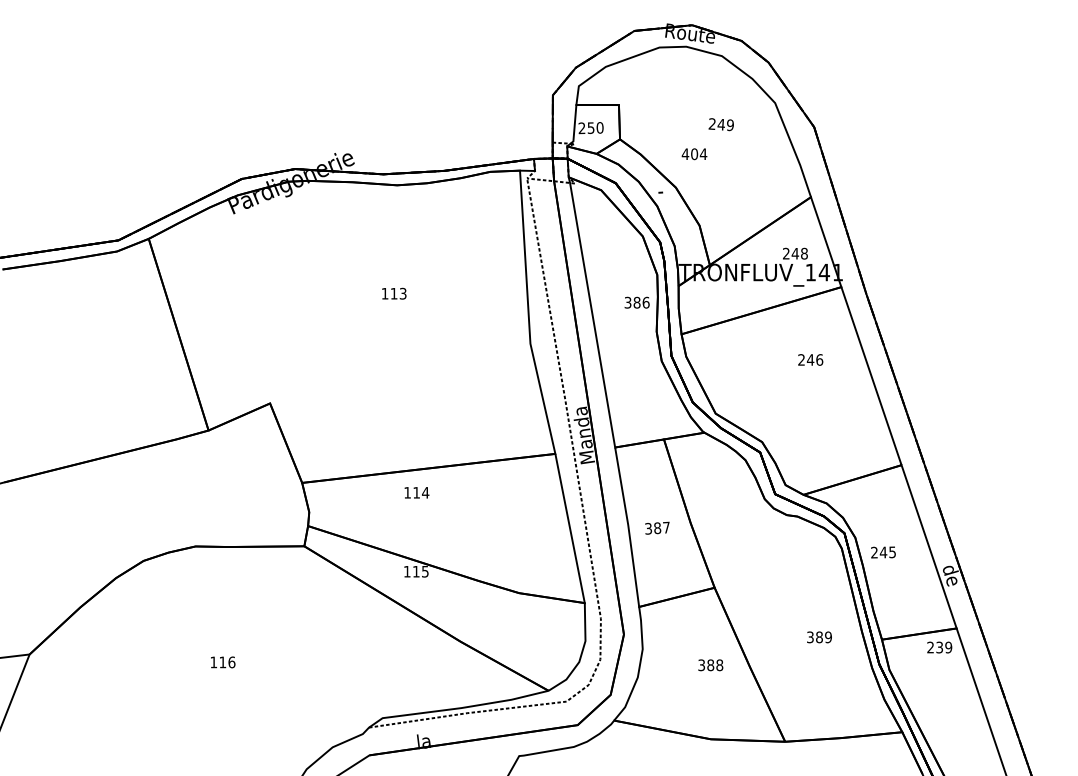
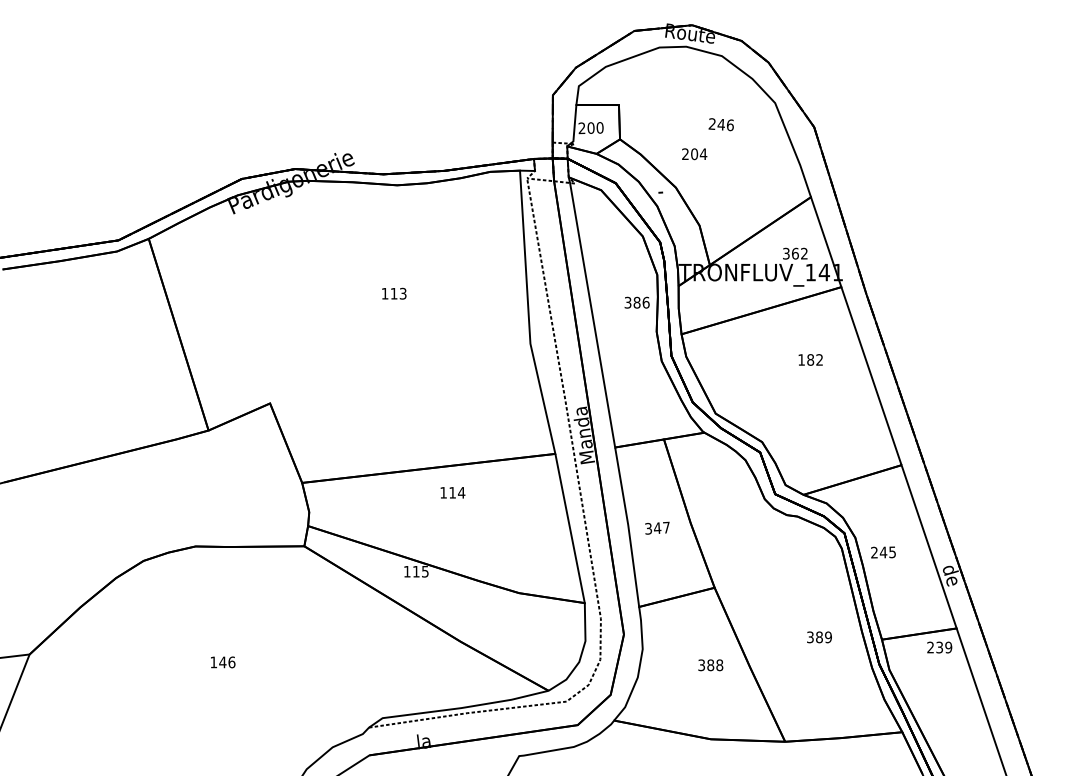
text at (730, 125): 249 -> 246
text at (590, 127): 250 -> 200
text at (685, 153): 404 -> 204
text at (795, 253): 248 -> 362
text at (810, 359): 246 -> 182
text at (416, 492) position: (416, 492) -> (452, 492)
text at (657, 528): 387 -> 347
text at (222, 662): 116 -> 146
